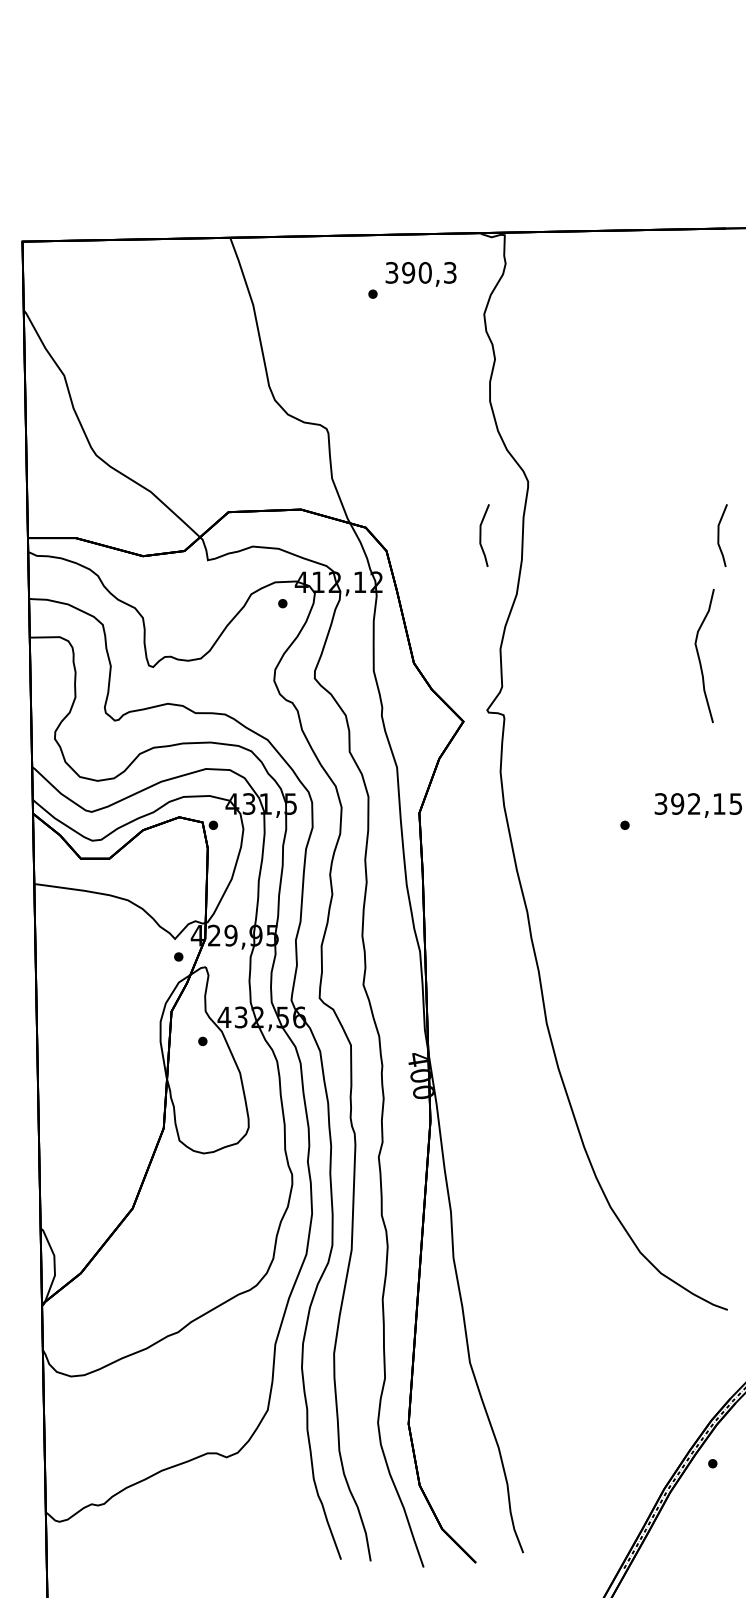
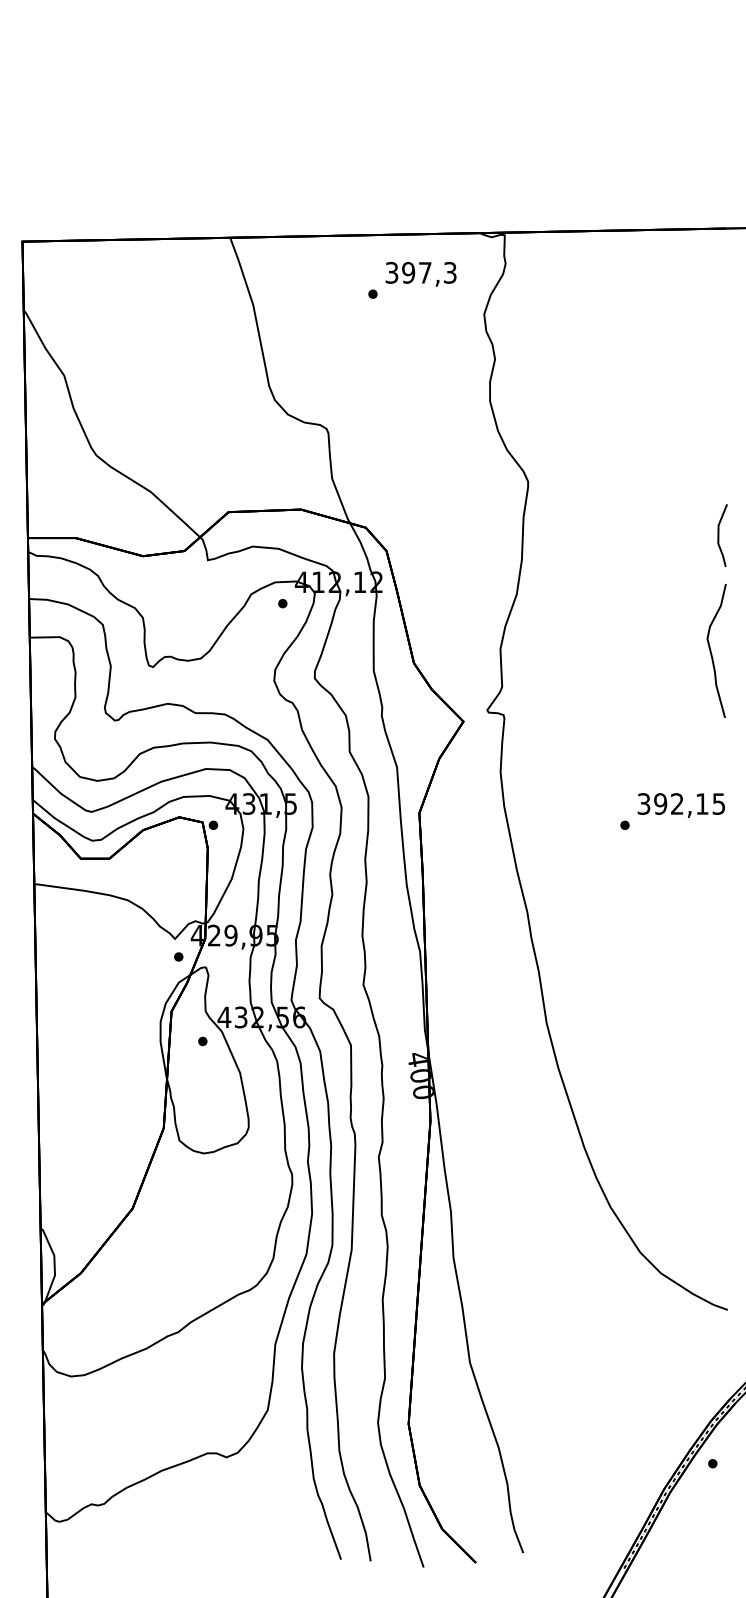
text at (424, 272): 390,3 -> 397,3
line at (481, 535): present -> none
curve at (699, 655) position: (699, 655) -> (711, 650)
text at (697, 805) position: (697, 805) -> (680, 805)
